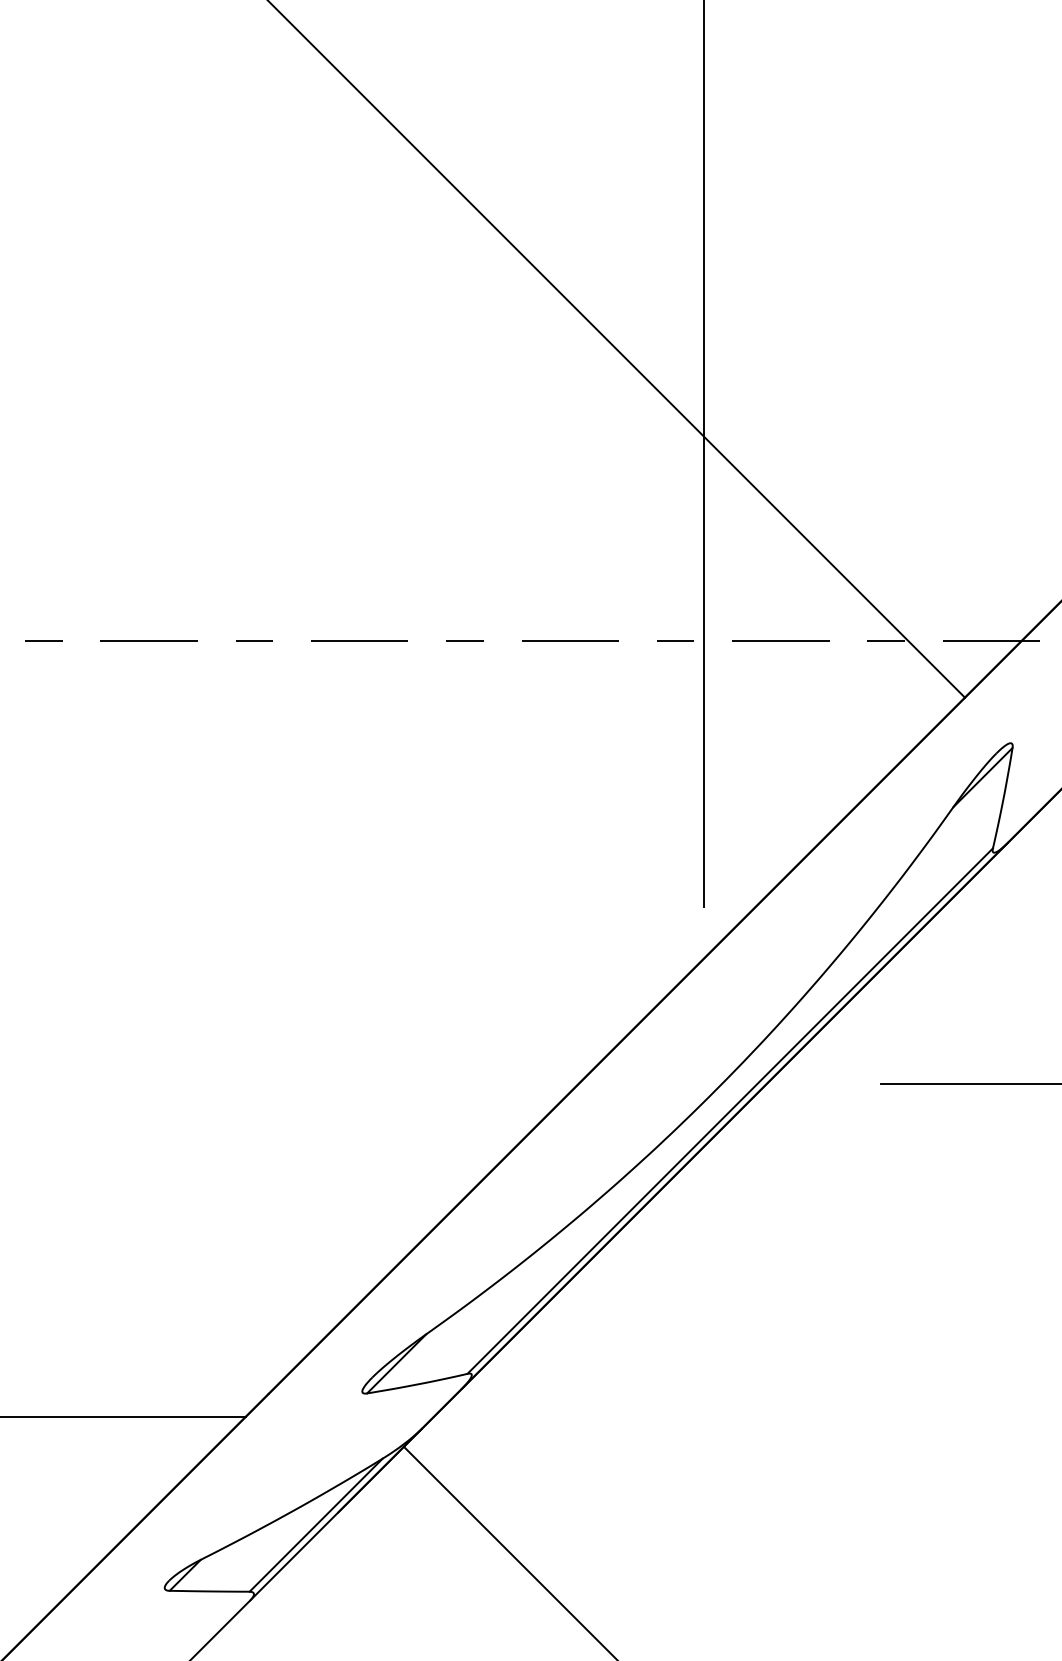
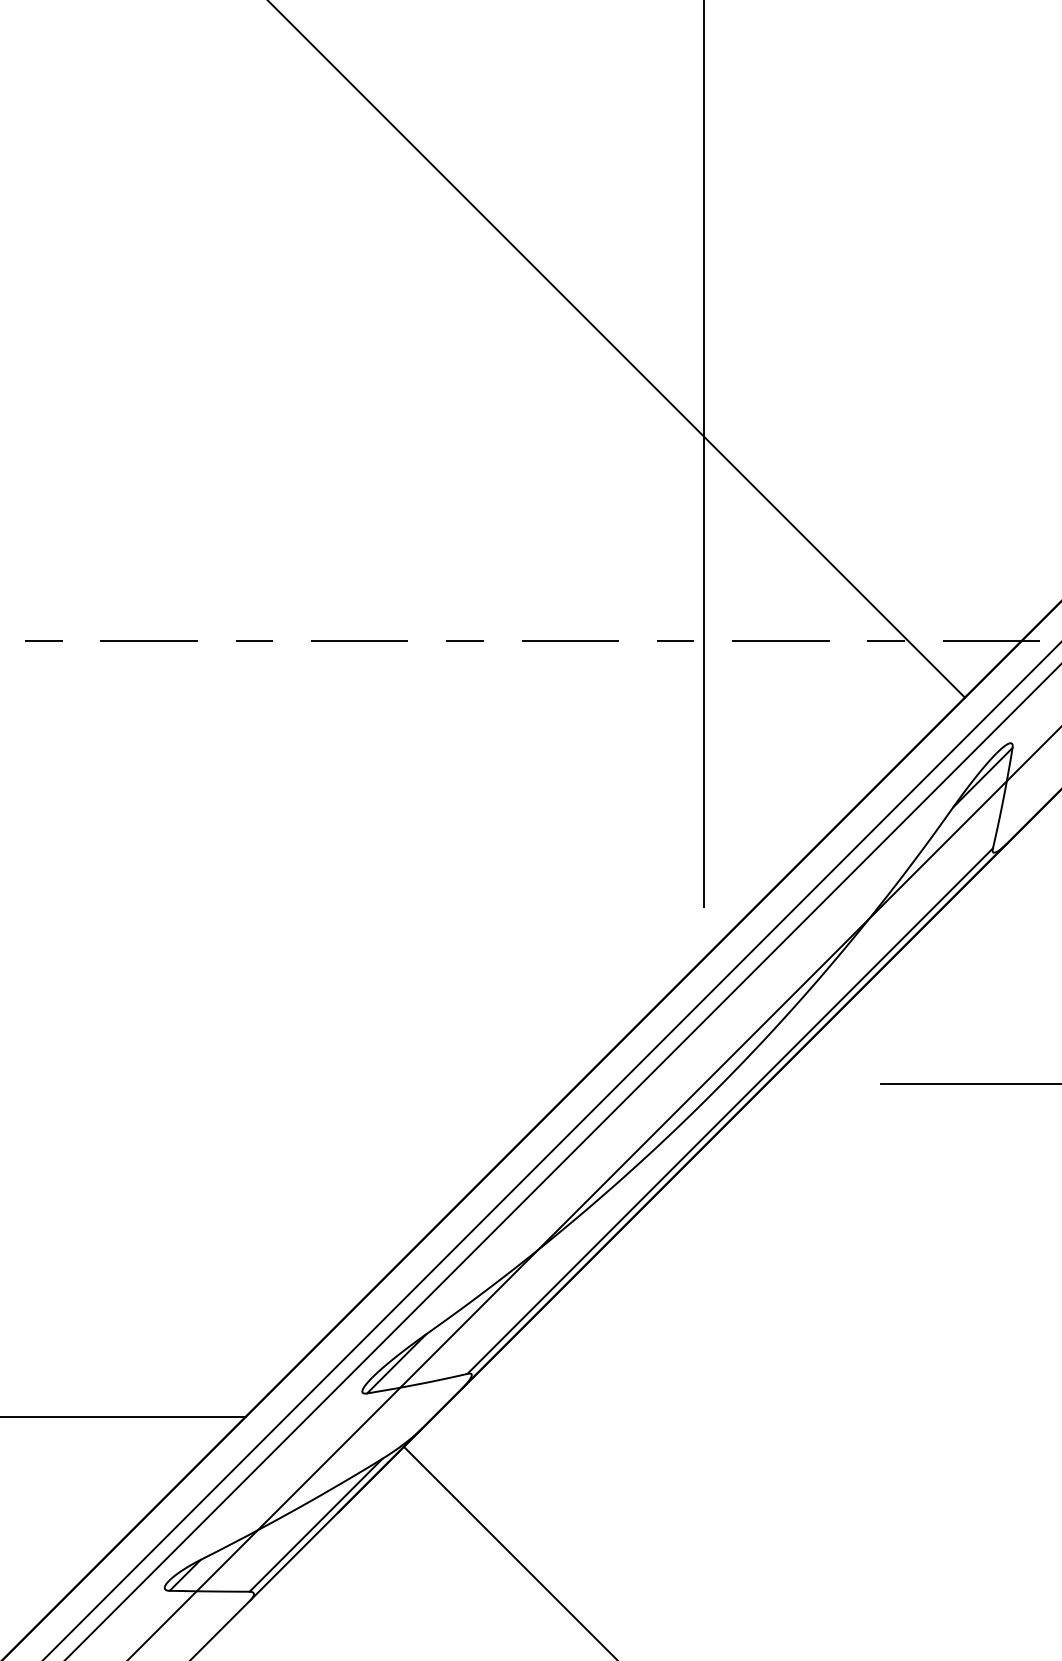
line at (551, 1151): none -> present
line at (562, 1161): none -> present
line at (594, 1193): none -> present
